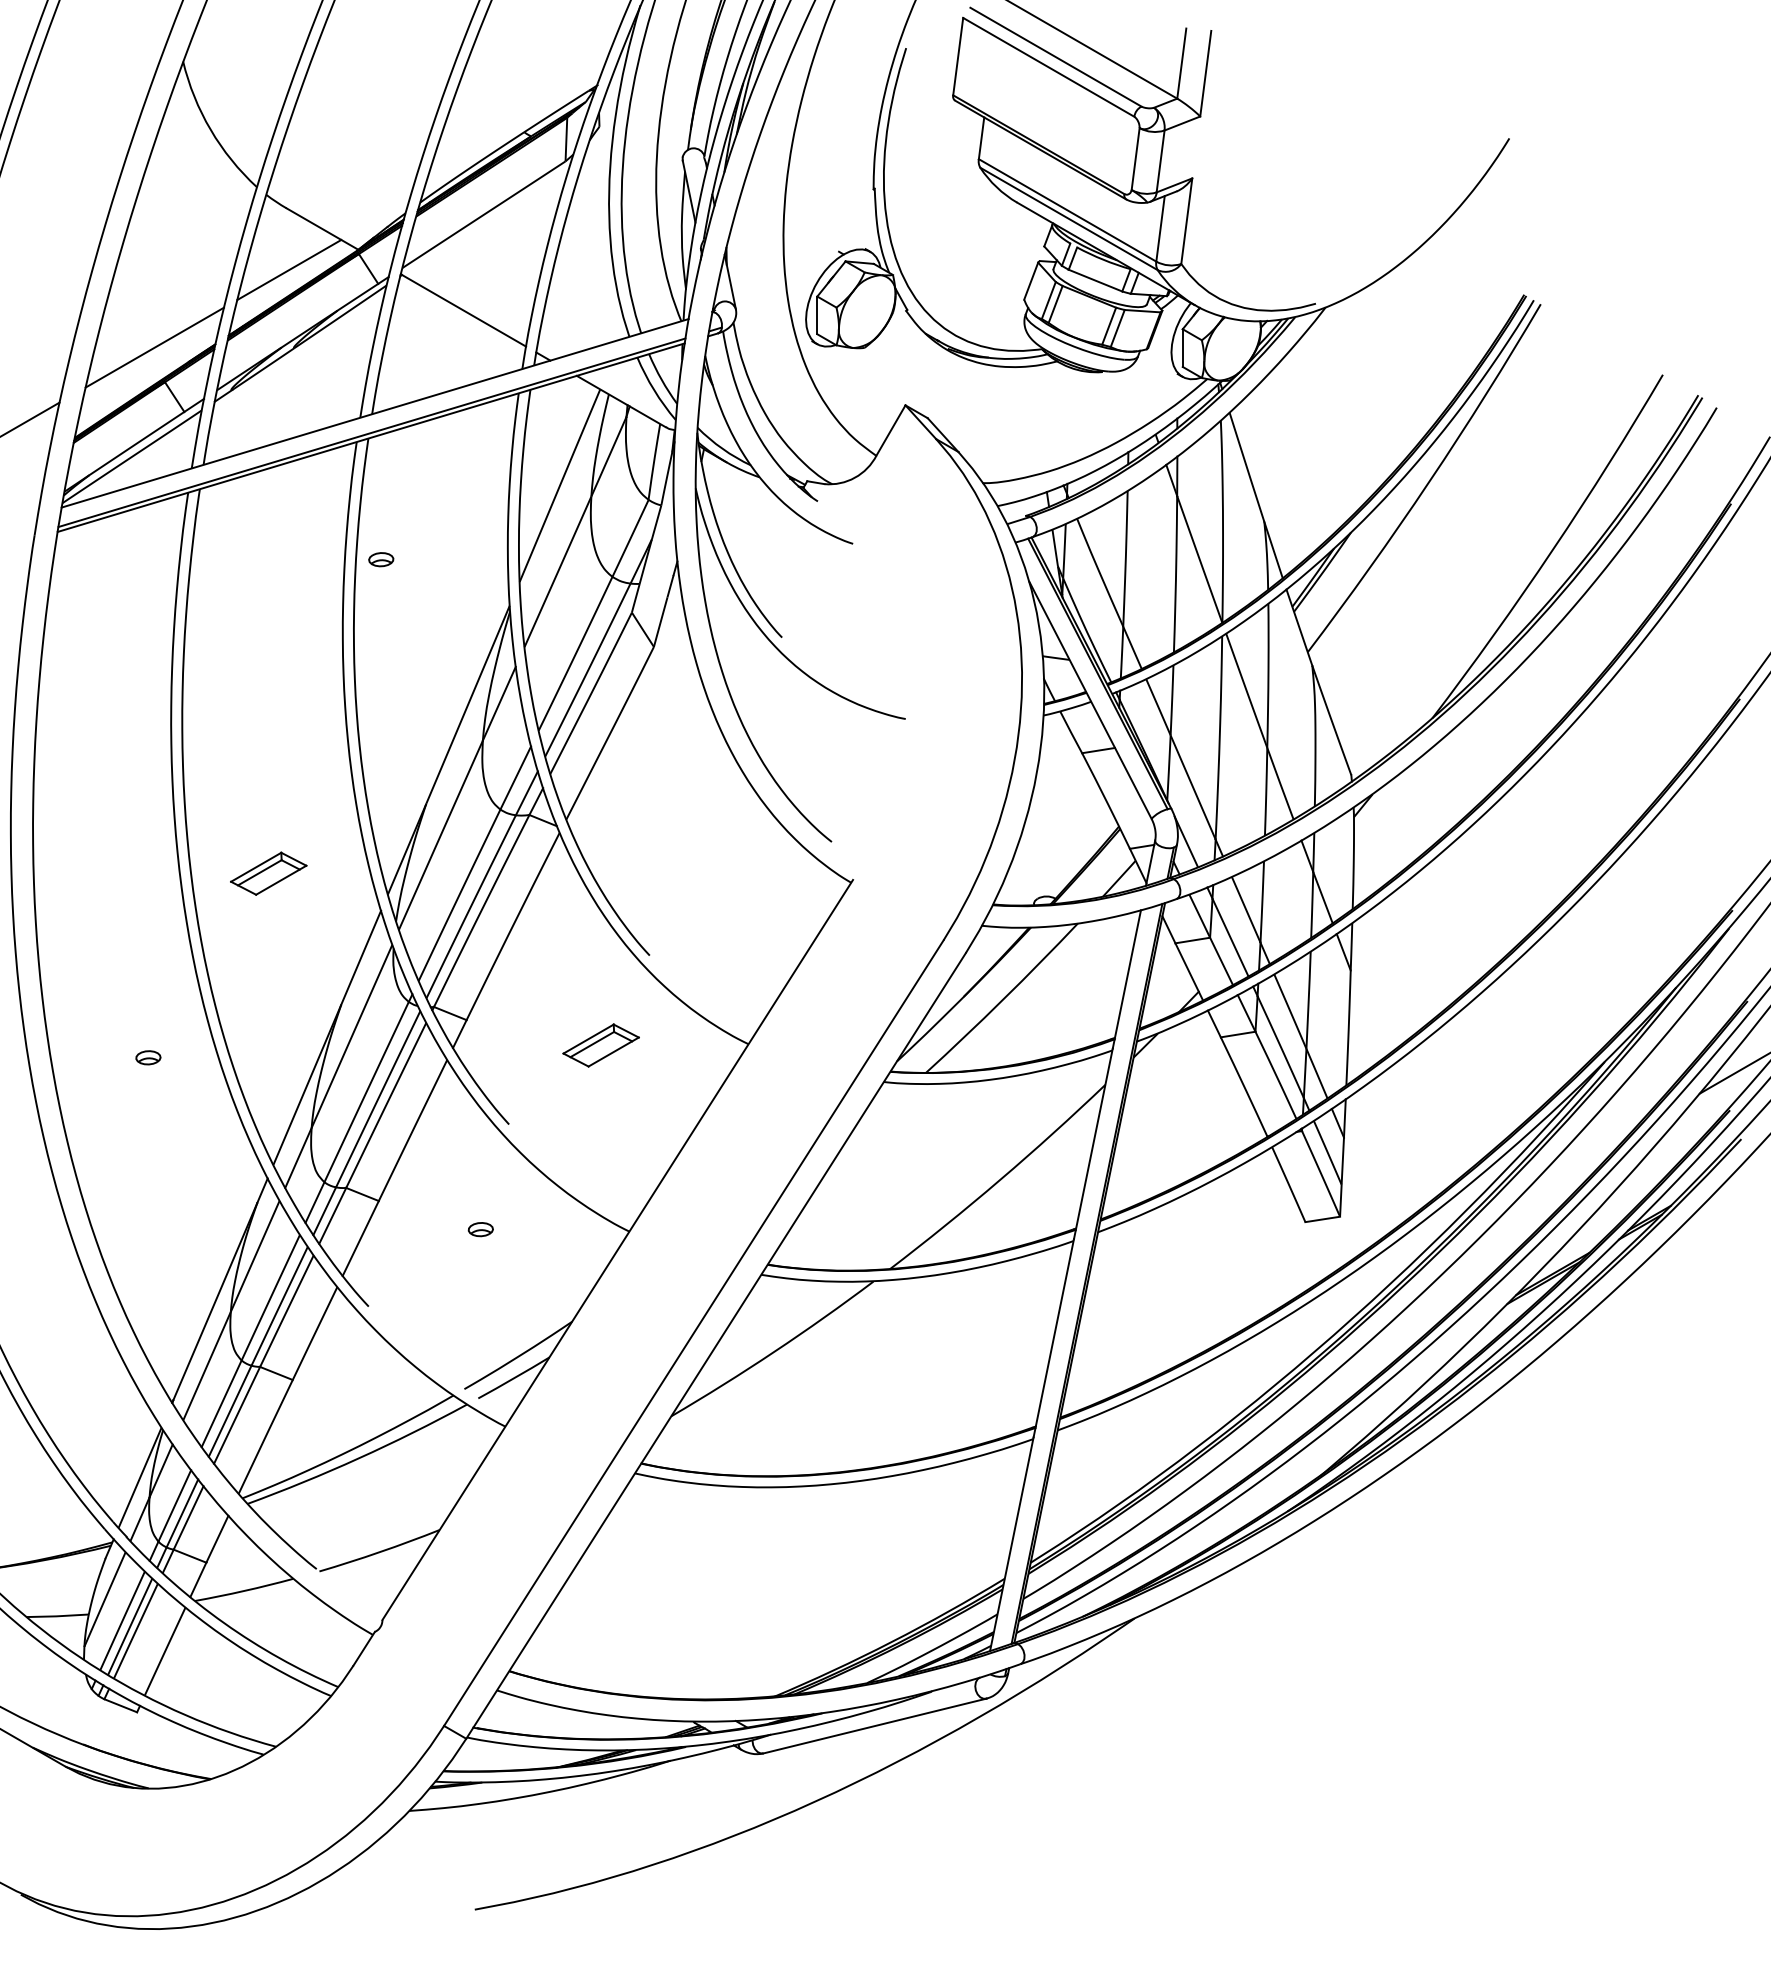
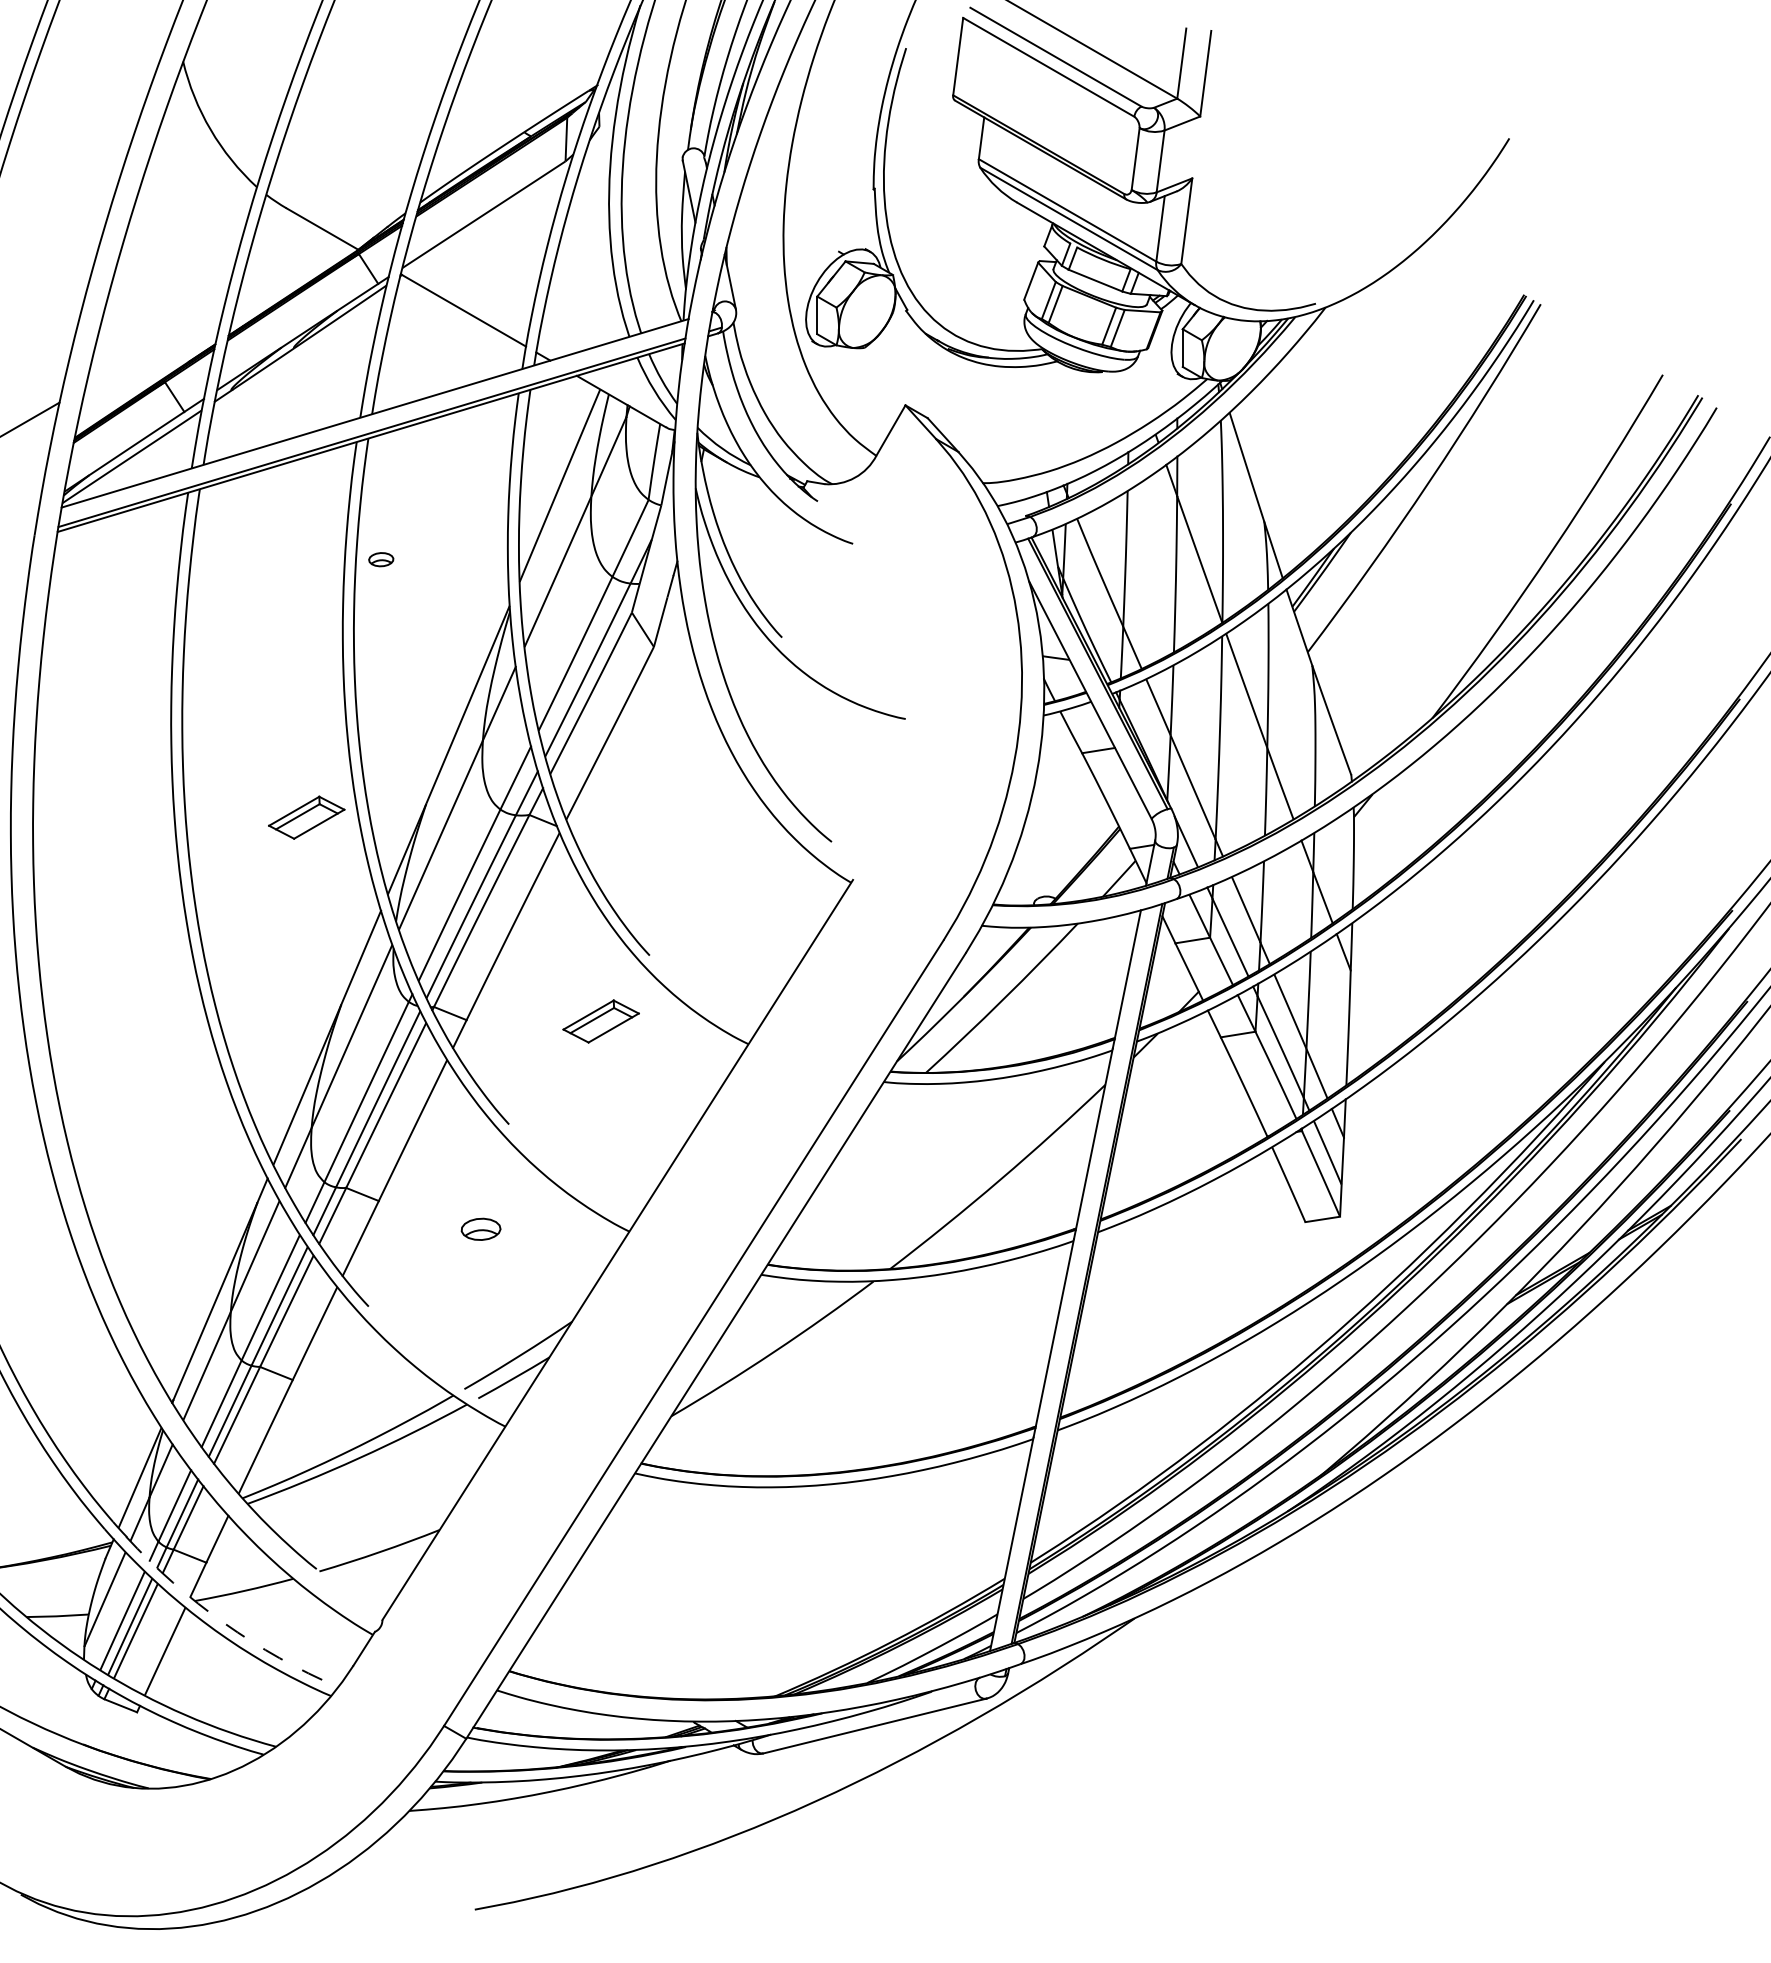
line at (289, 269): present -> none
line at (154, 347): present -> none
part at (268, 873) position: (268, 873) -> (306, 817)
part at (600, 1045) position: (600, 1045) -> (600, 1021)
part at (148, 1057): present -> none
line at (1733, 1073): present -> none
part at (480, 1229) size: 27x16 px -> 42x24 px
arc at (224, 1623): solid -> dashed
